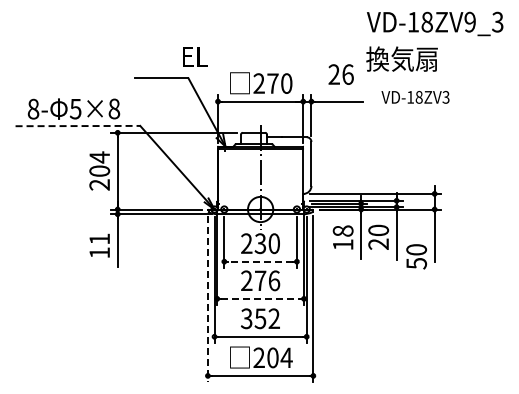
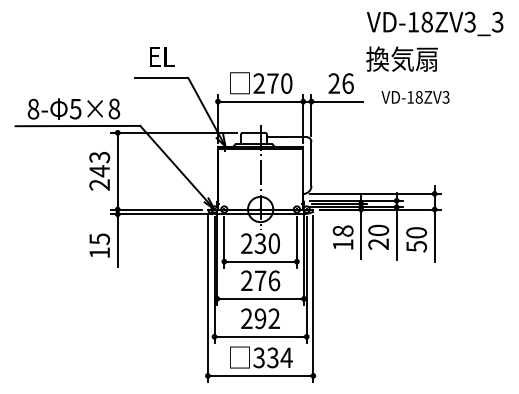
text at (469, 22): VD-18ZV9_3 -> VD-18ZV3_3
text at (195, 56) position: (195, 56) -> (162, 56)
text at (340, 74) position: (340, 74) -> (340, 83)
line at (78, 126): dashed -> solid
text at (99, 164): 204 -> 243
text at (99, 239): 11 -> 15
text at (416, 256) position: (416, 256) -> (416, 239)
line at (260, 261): dashed -> solid
line at (260, 298): dashed -> solid
line at (207, 299): dashed -> solid
text at (253, 318): 352 -> 292
text at (265, 357): 204 -> 334
